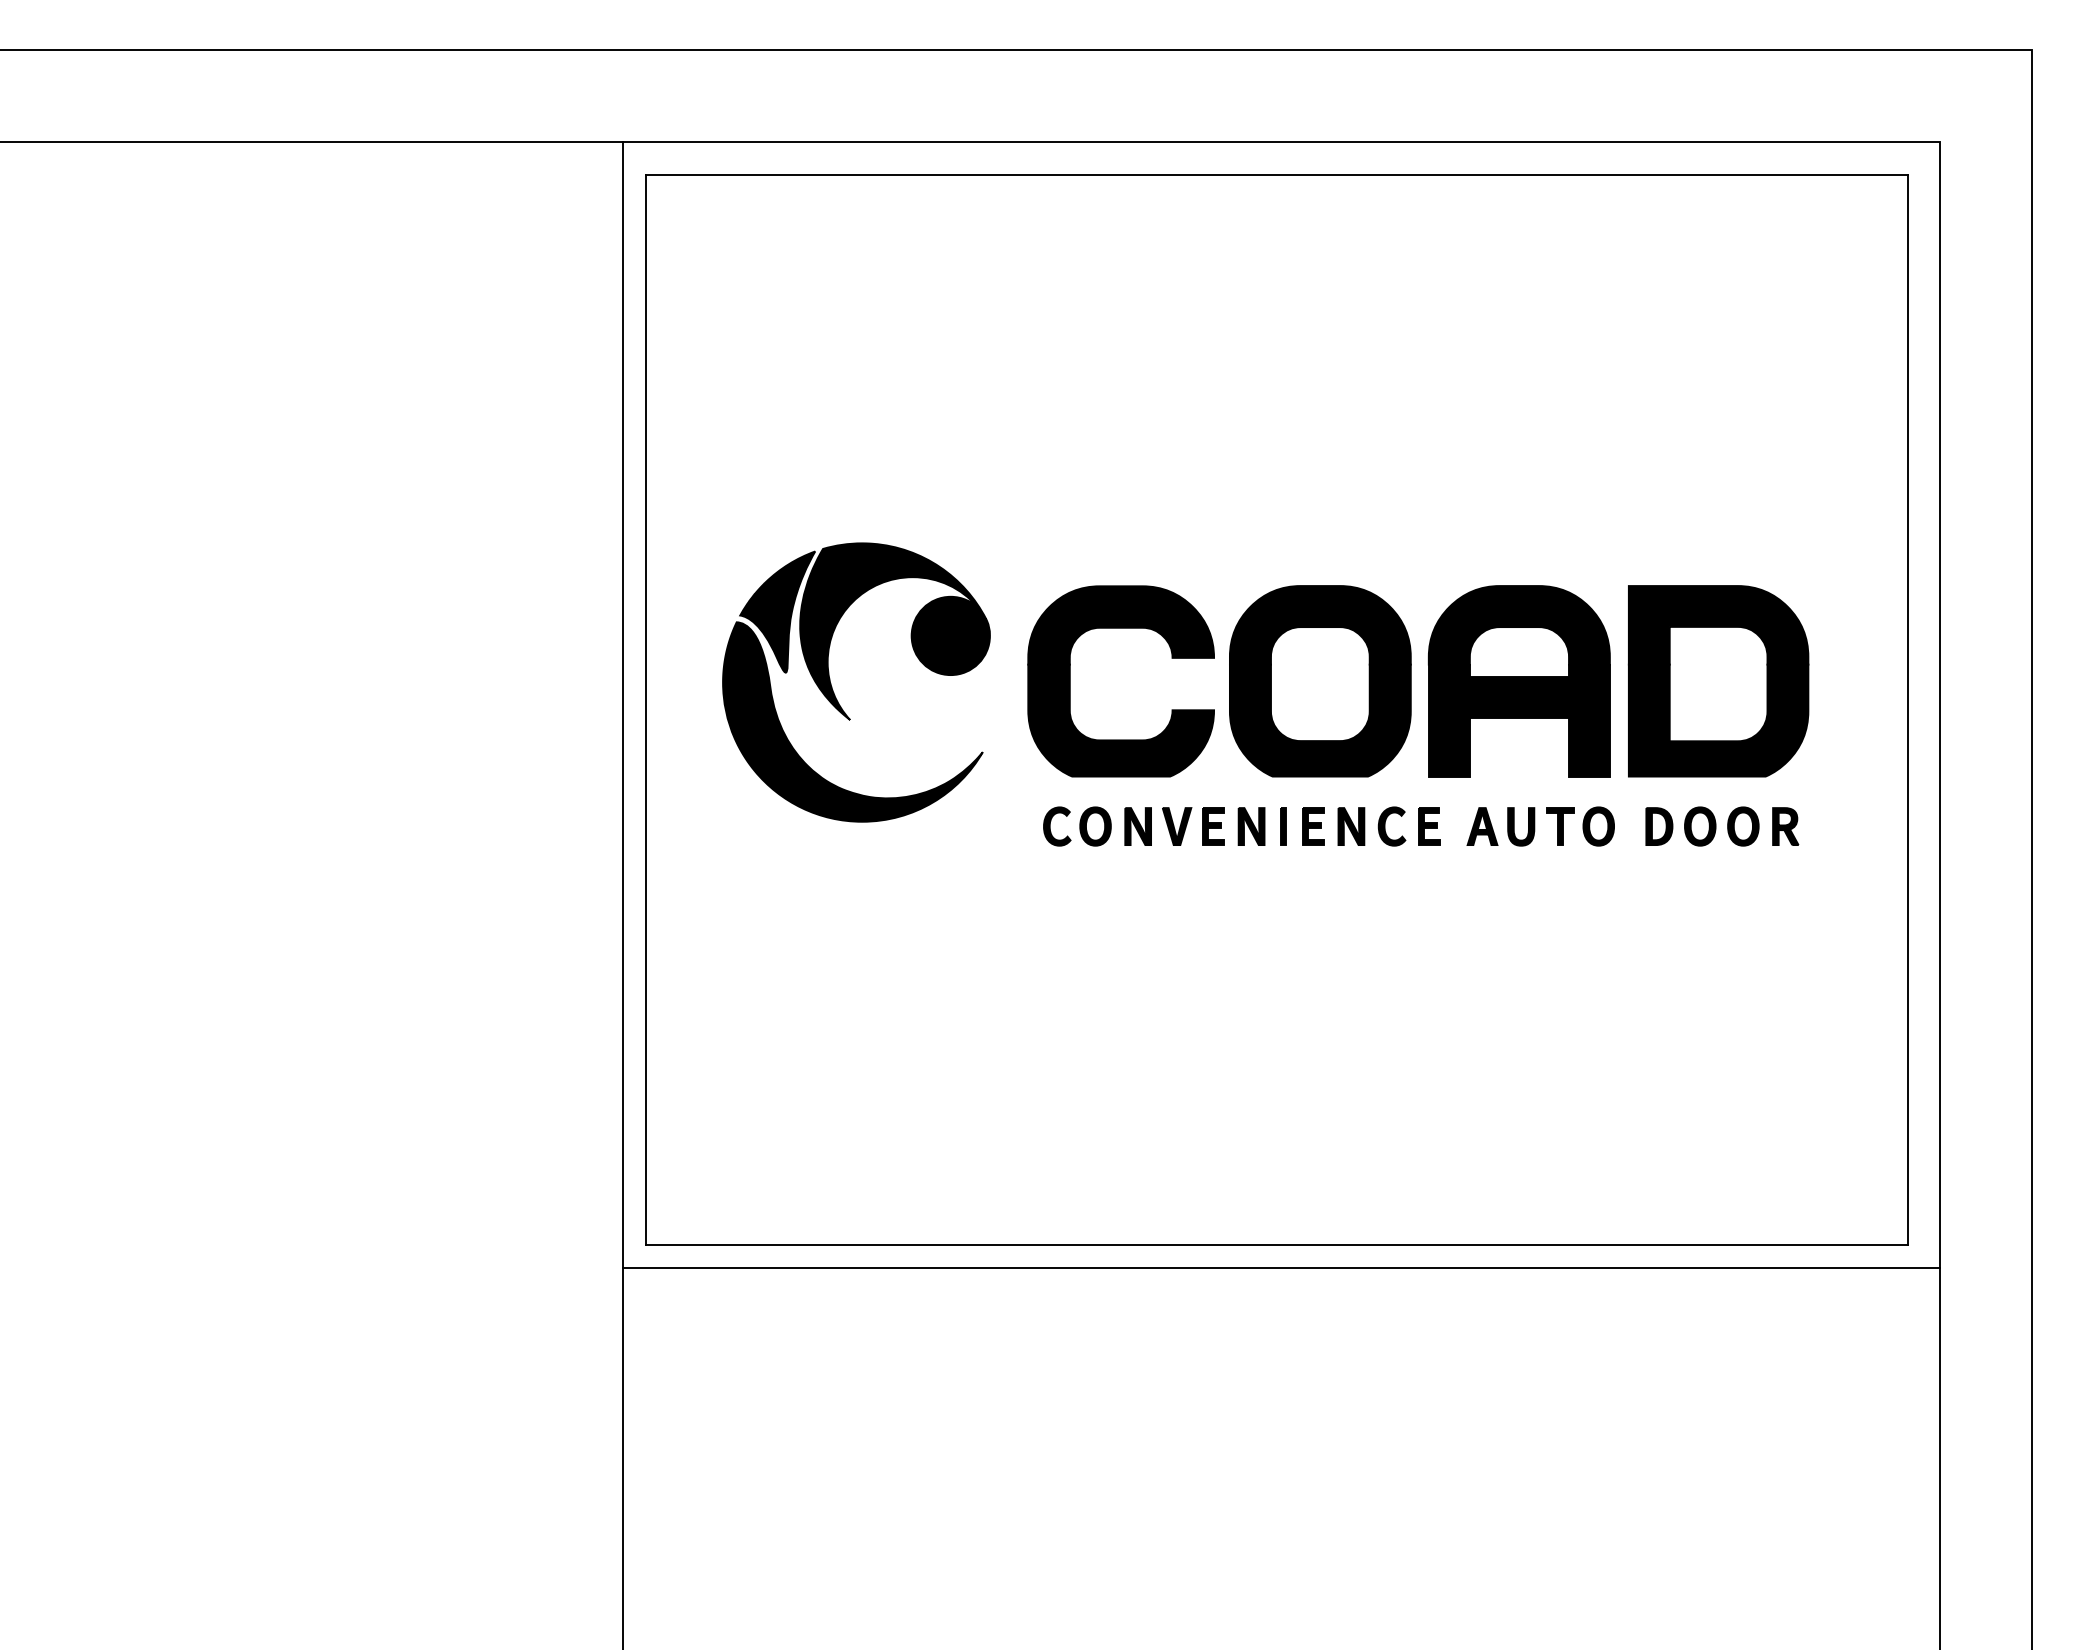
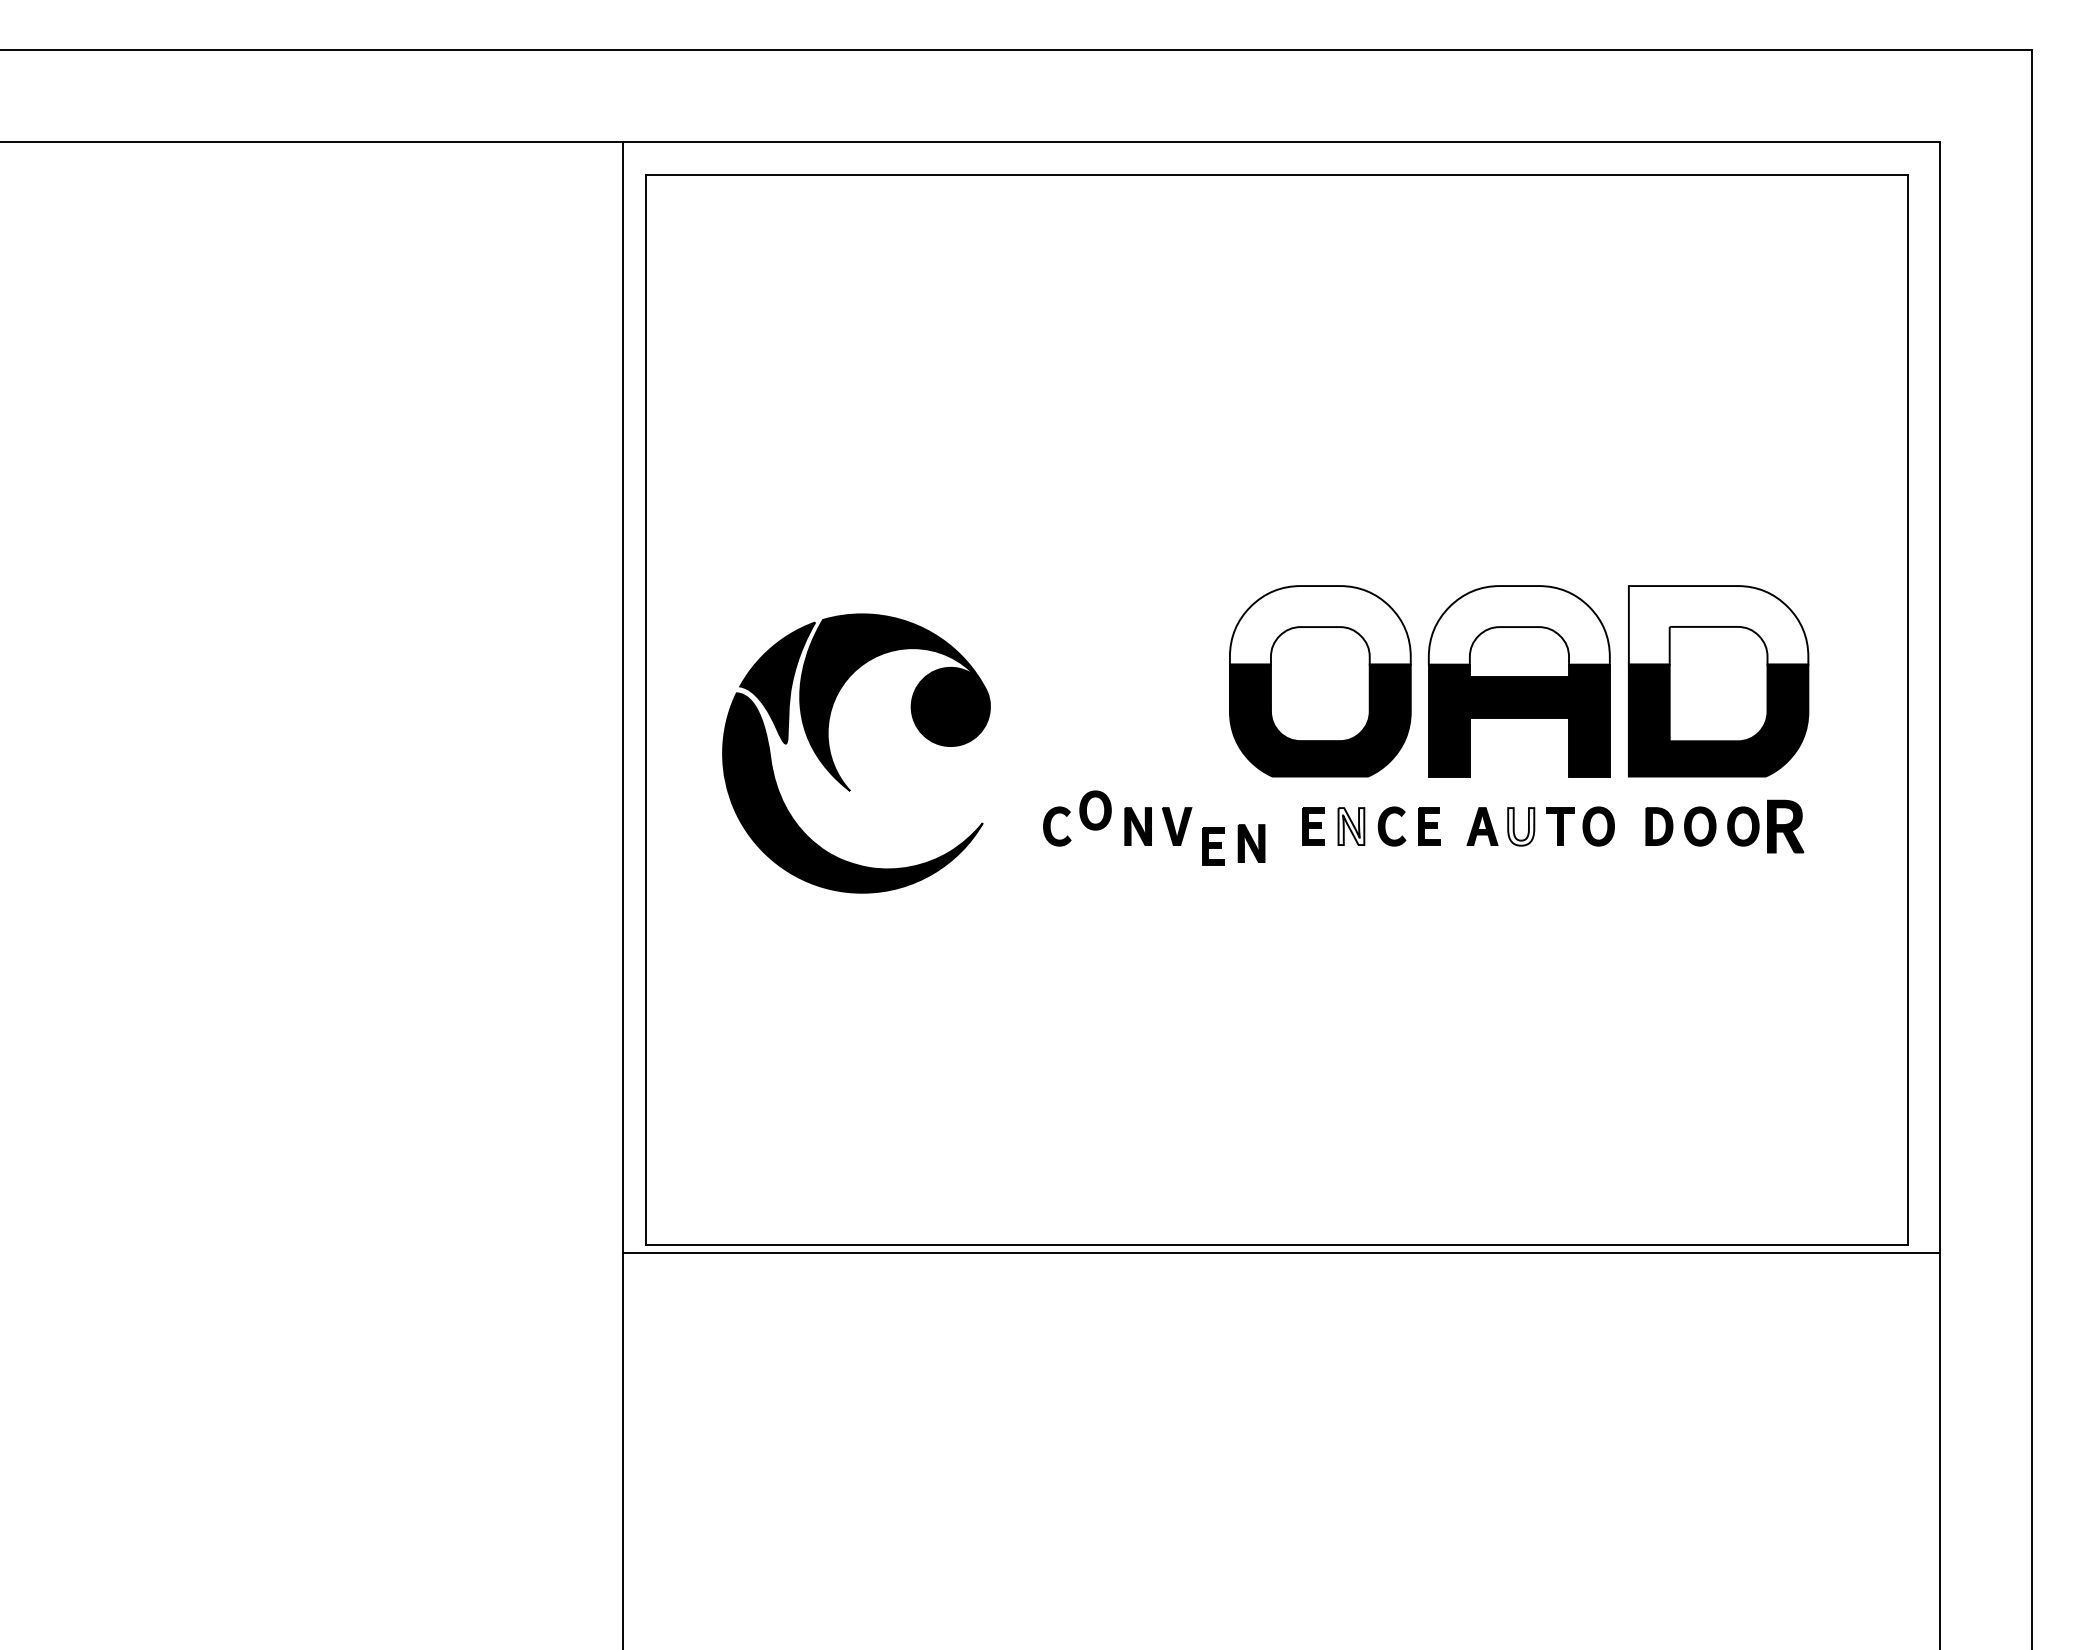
fill at (1319, 625): present -> none
fill at (1518, 625): present -> none
fill at (1718, 625): present -> none
part at (1070, 681): present -> none
part at (834, 692) position: (834, 692) -> (834, 763)
part at (1095, 826) position: (1095, 826) -> (1095, 810)
part at (1213, 826) position: (1213, 826) -> (1213, 846)
part at (1251, 826) position: (1251, 826) -> (1251, 843)
part at (1283, 826): present -> none
fill at (1351, 826): present -> none
fill at (1521, 826): present -> none
part at (1785, 826) size: 28x39 px -> 38x55 px
line at (1281, 1267) position: (1281, 1267) -> (1281, 1252)
